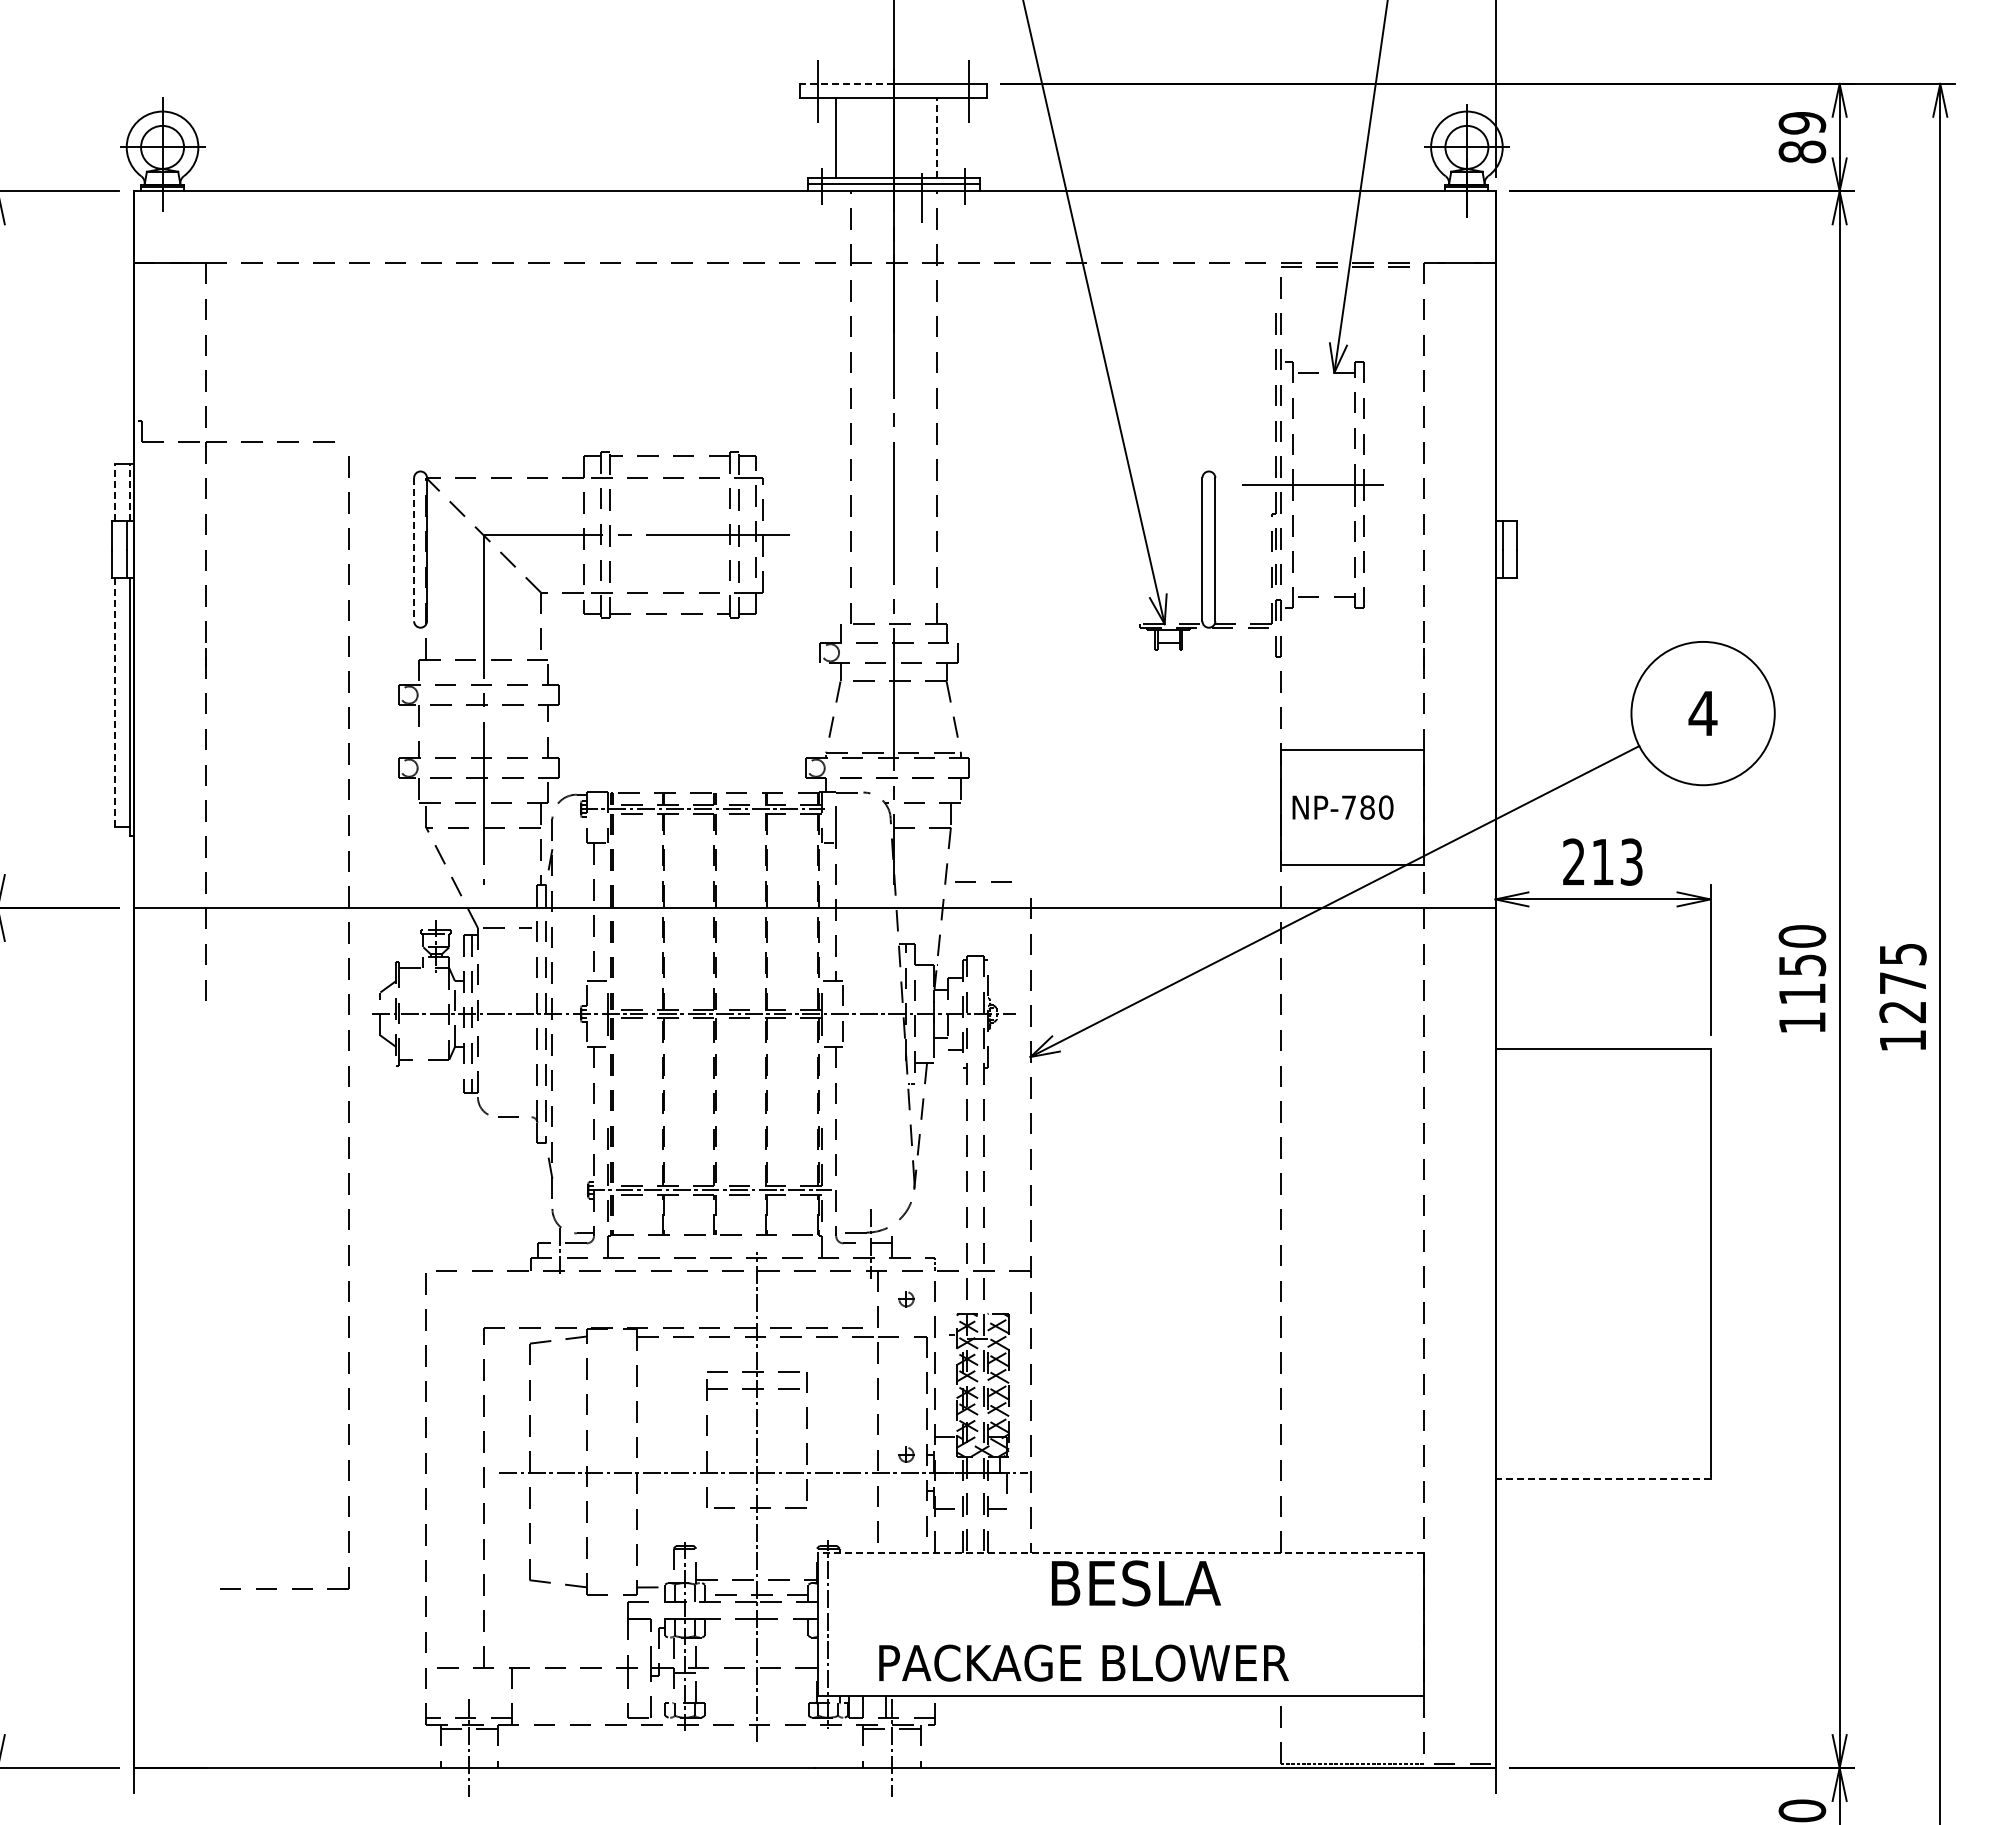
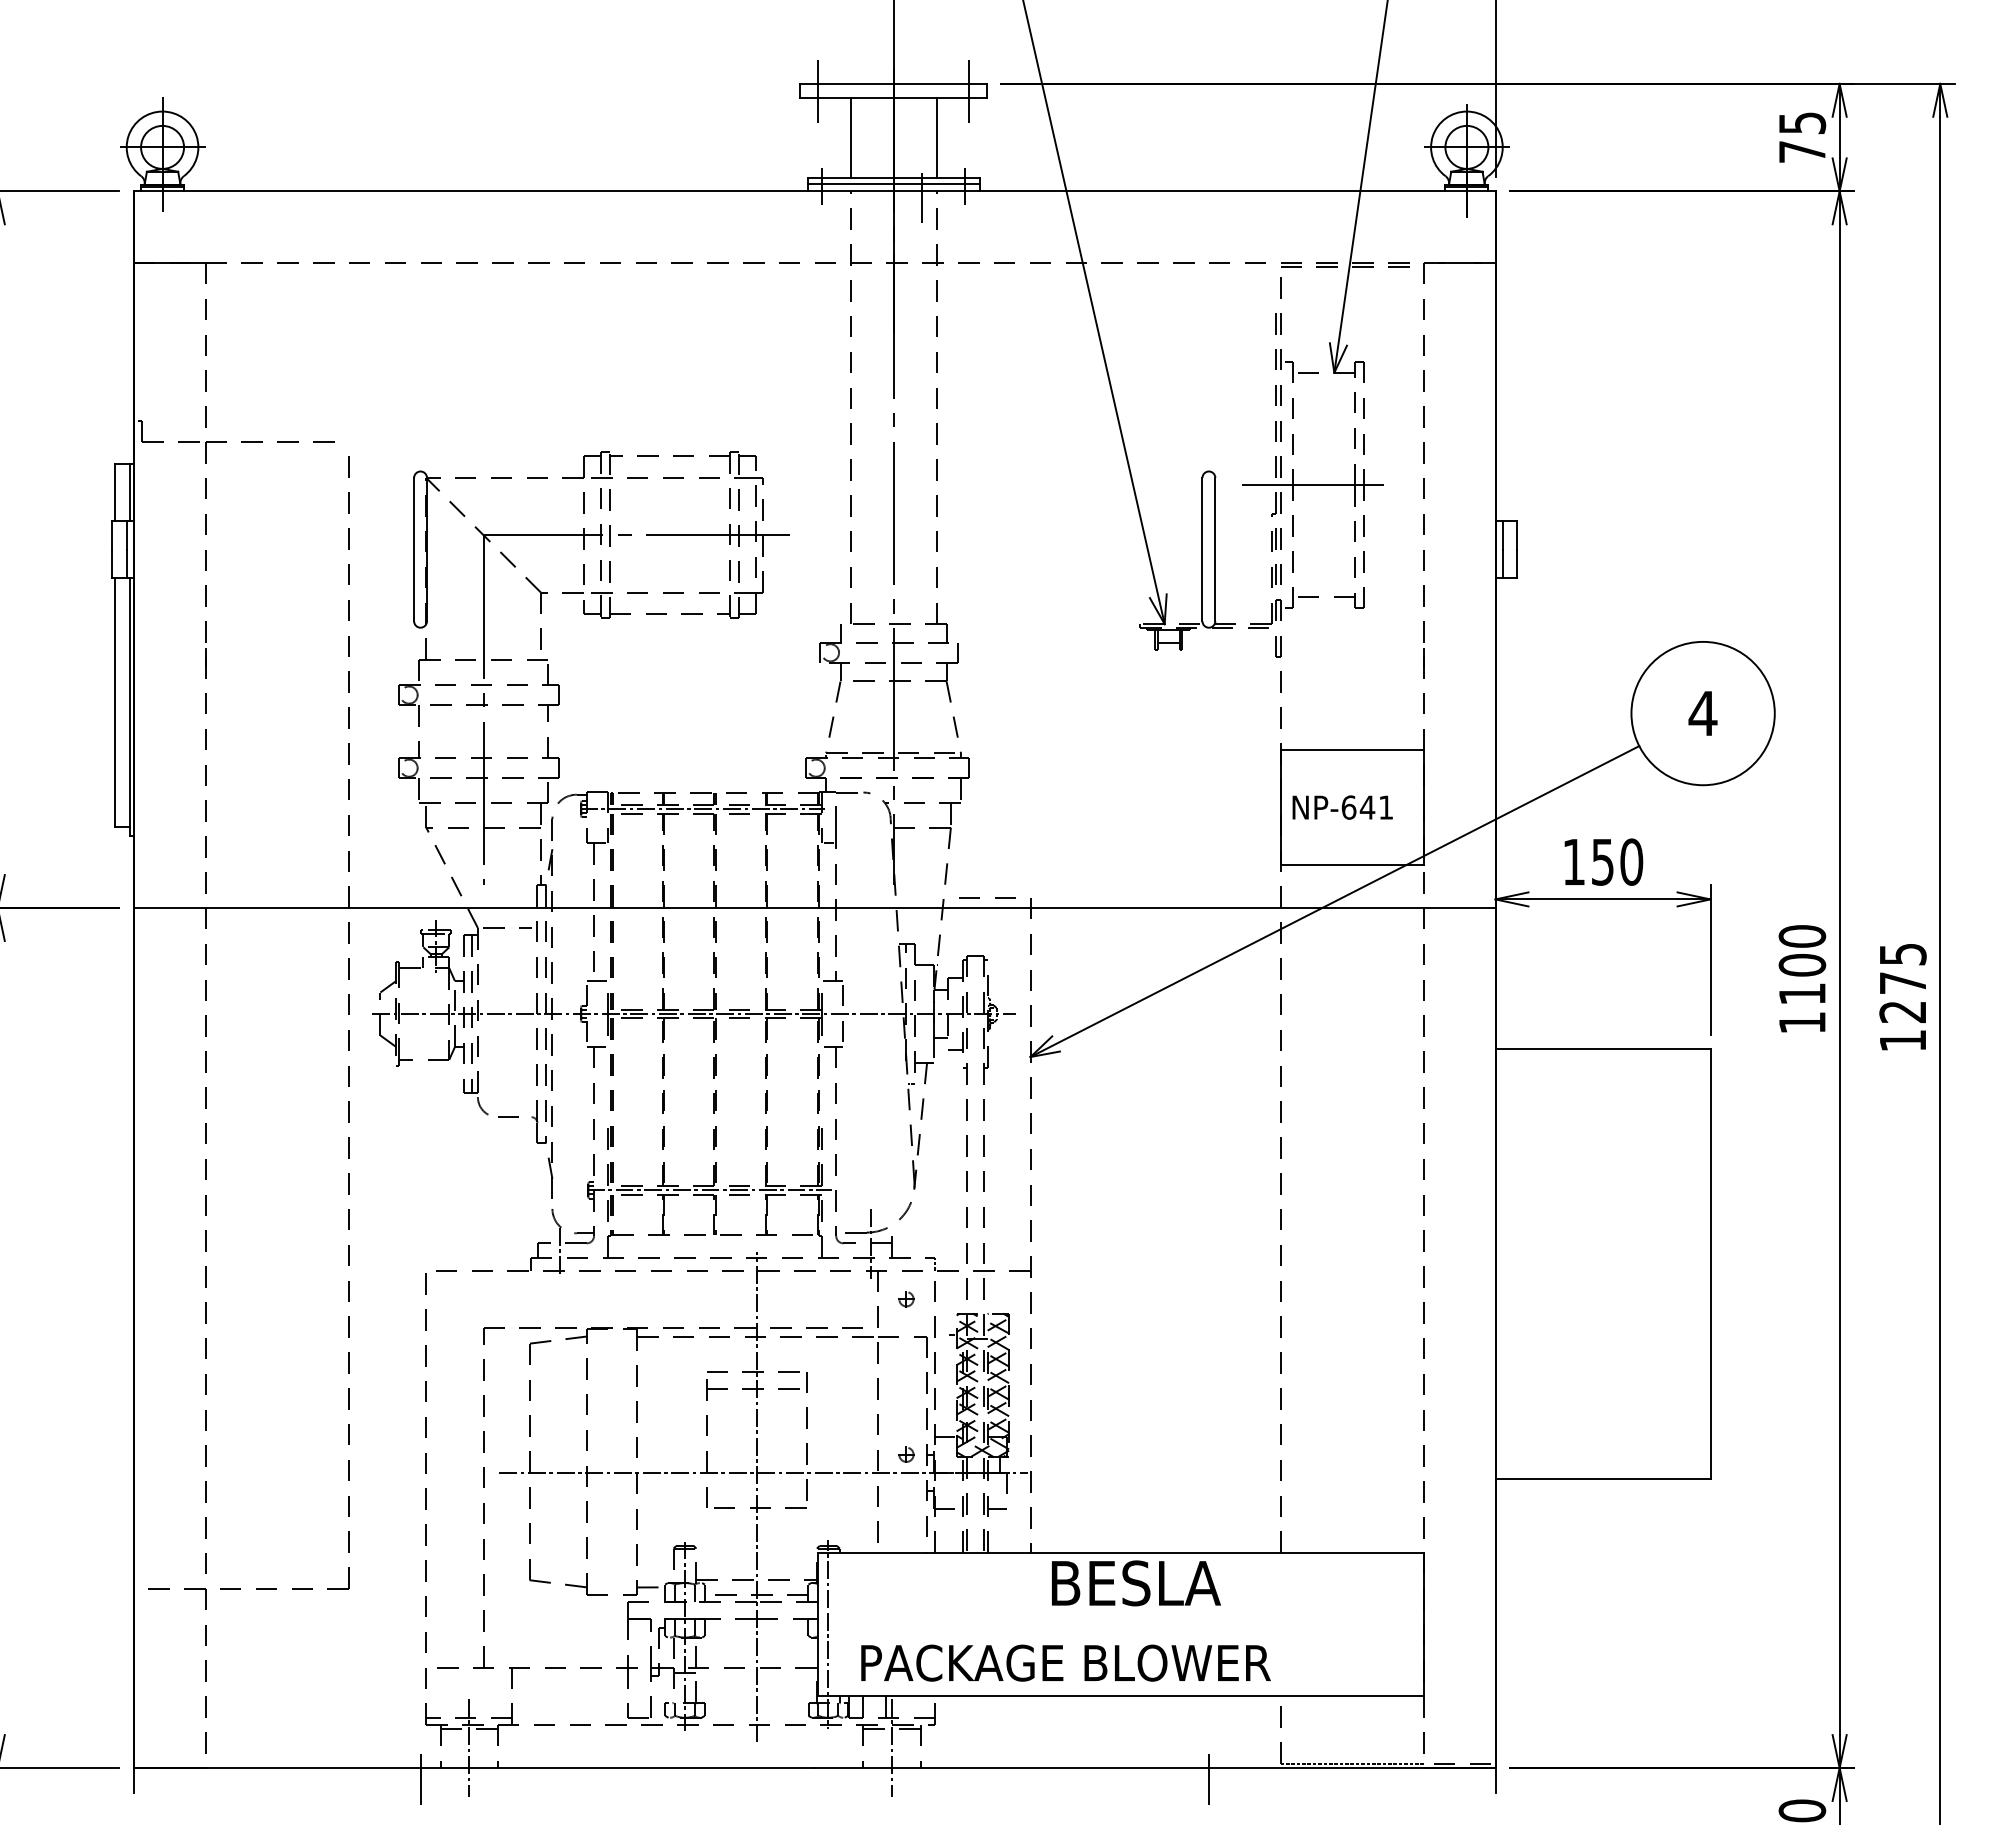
line at (846, 83): dashed -> solid
line at (835, 137) position: (835, 137) -> (850, 137)
line at (936, 137): dashed -> solid
text at (1802, 137): 89 -> 75
line at (115, 492): dashed -> solid
line at (129, 492): dashed -> solid
line at (414, 549): dashed -> solid
line at (115, 702): dashed -> solid
text at (1367, 807): NP-780 -> NP-641
text at (1603, 861): 213 -> 150
line at (975, 881) position: (975, 881) -> (979, 897)
text at (1802, 964): 1150 -> 1100
part at (205, 1384): none -> present
line at (1603, 1479): dashed -> solid
line at (1120, 1552): dashed -> solid
text at (1083, 1662) position: (1083, 1662) -> (1065, 1662)
line at (420, 1778): none -> present
line at (1208, 1778): none -> present
